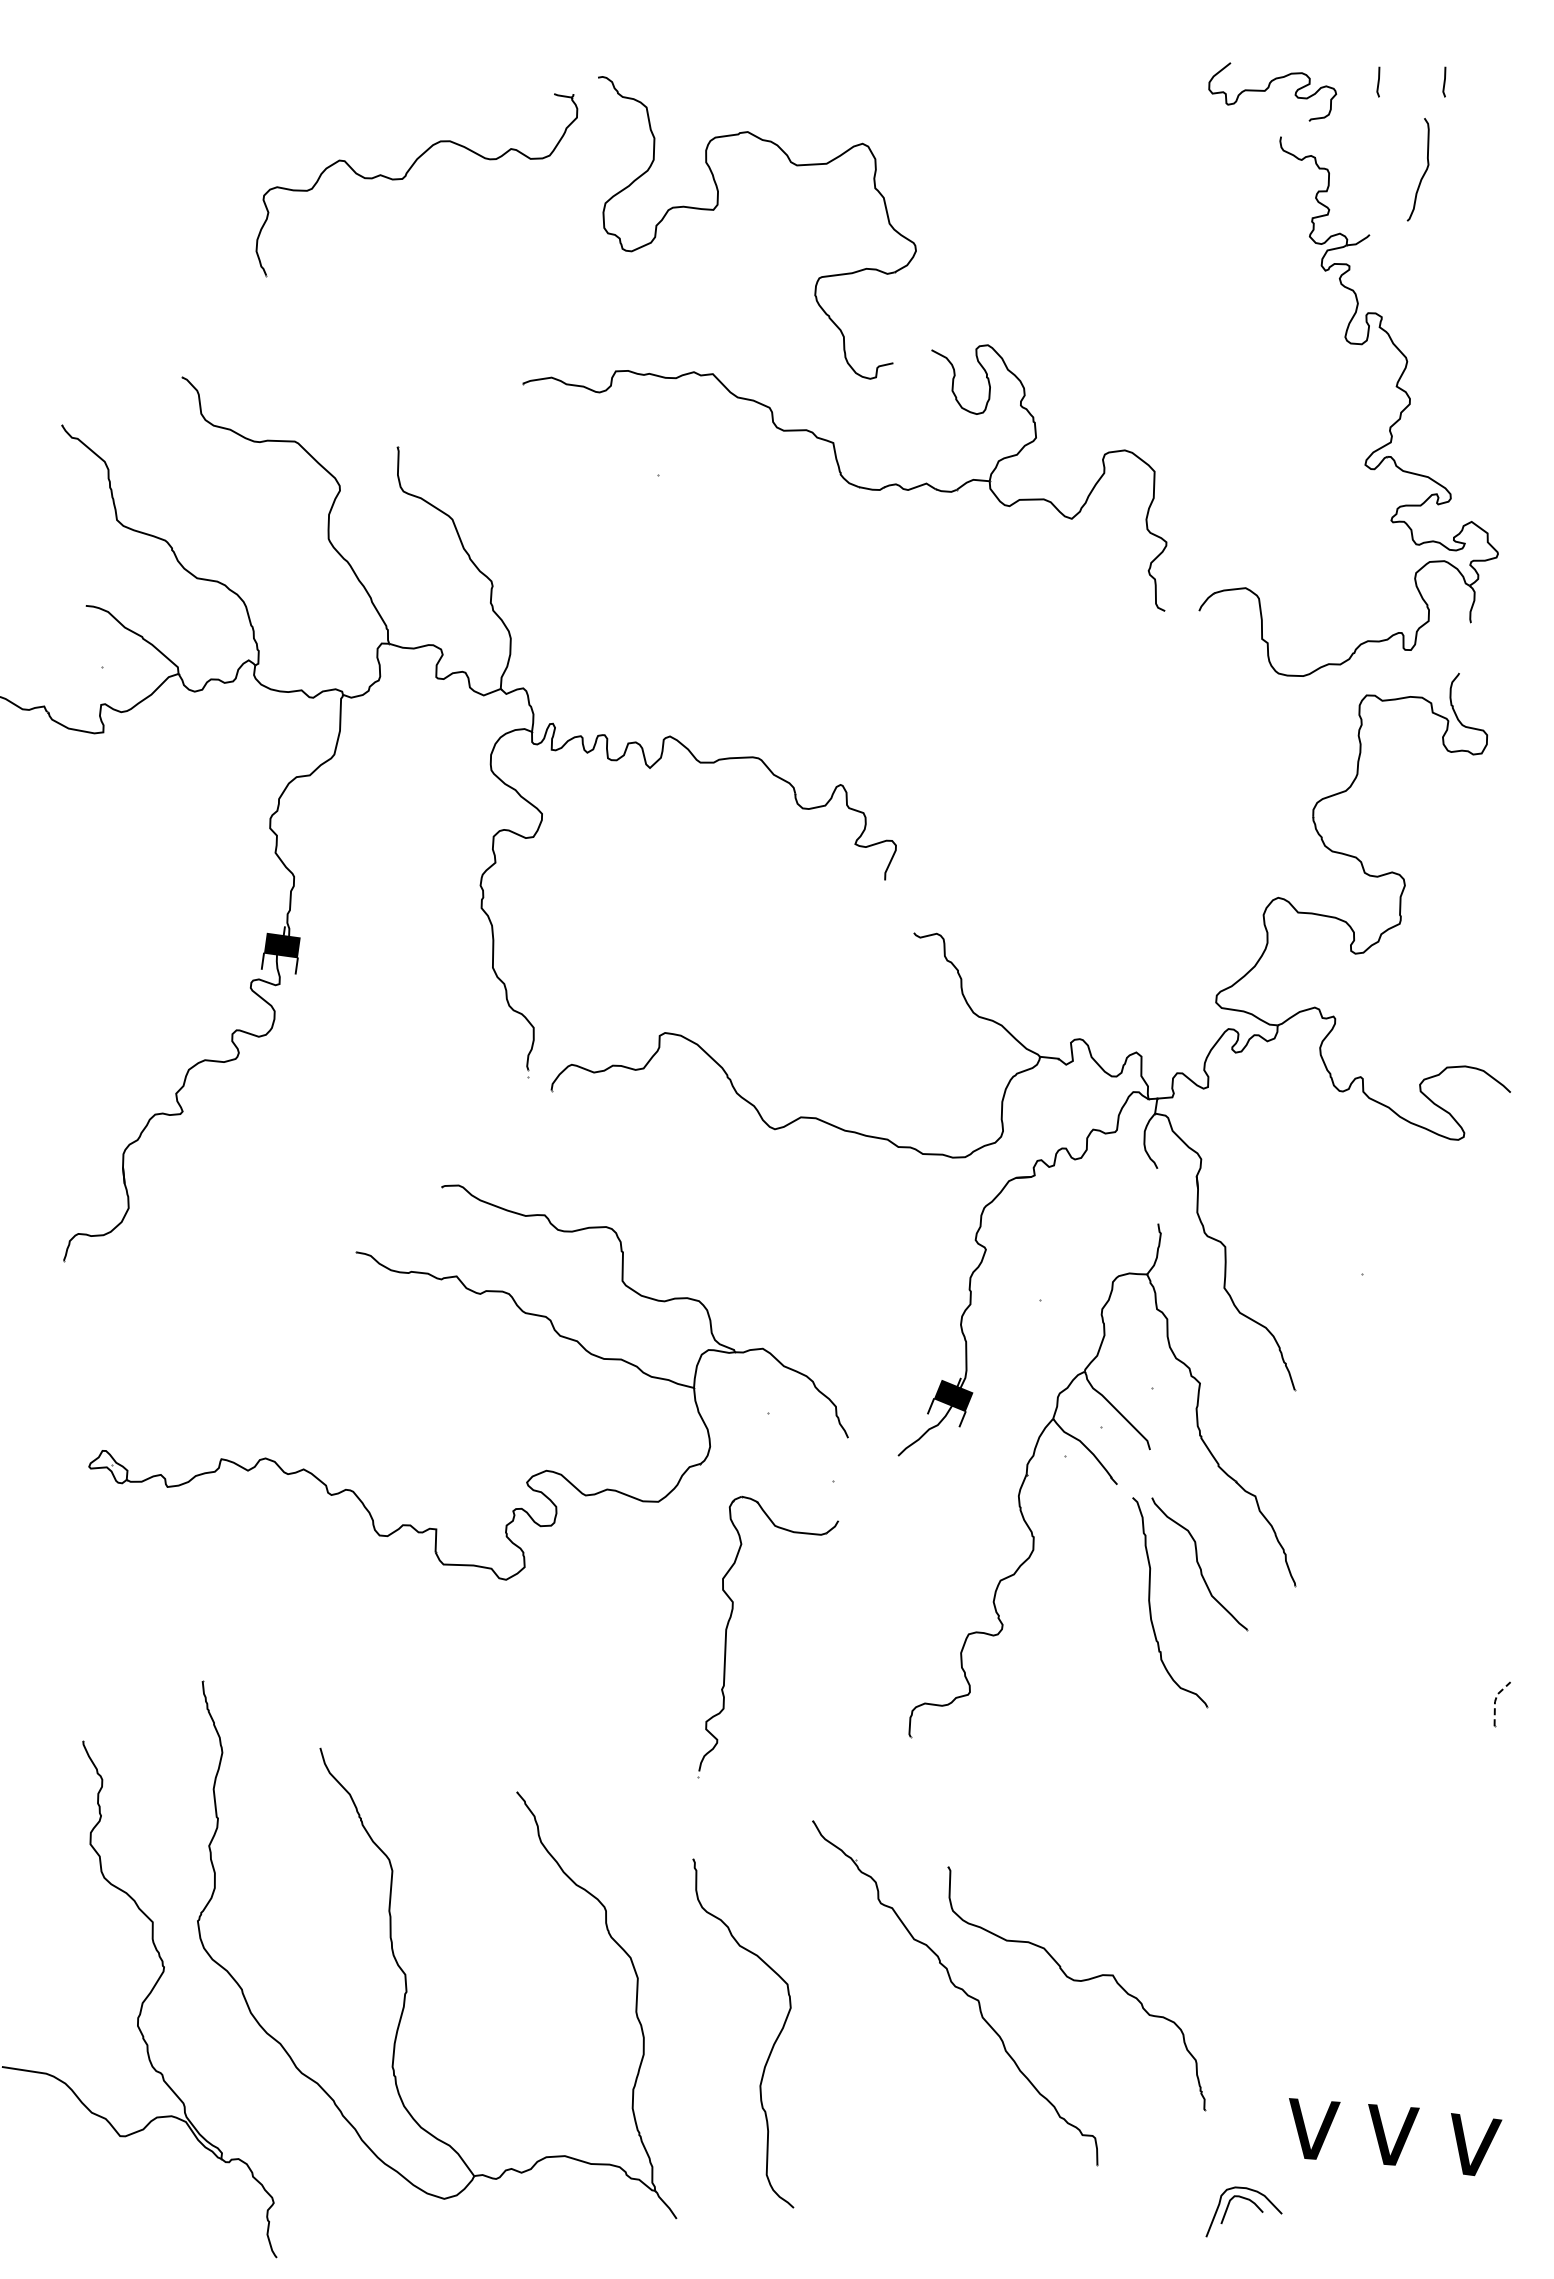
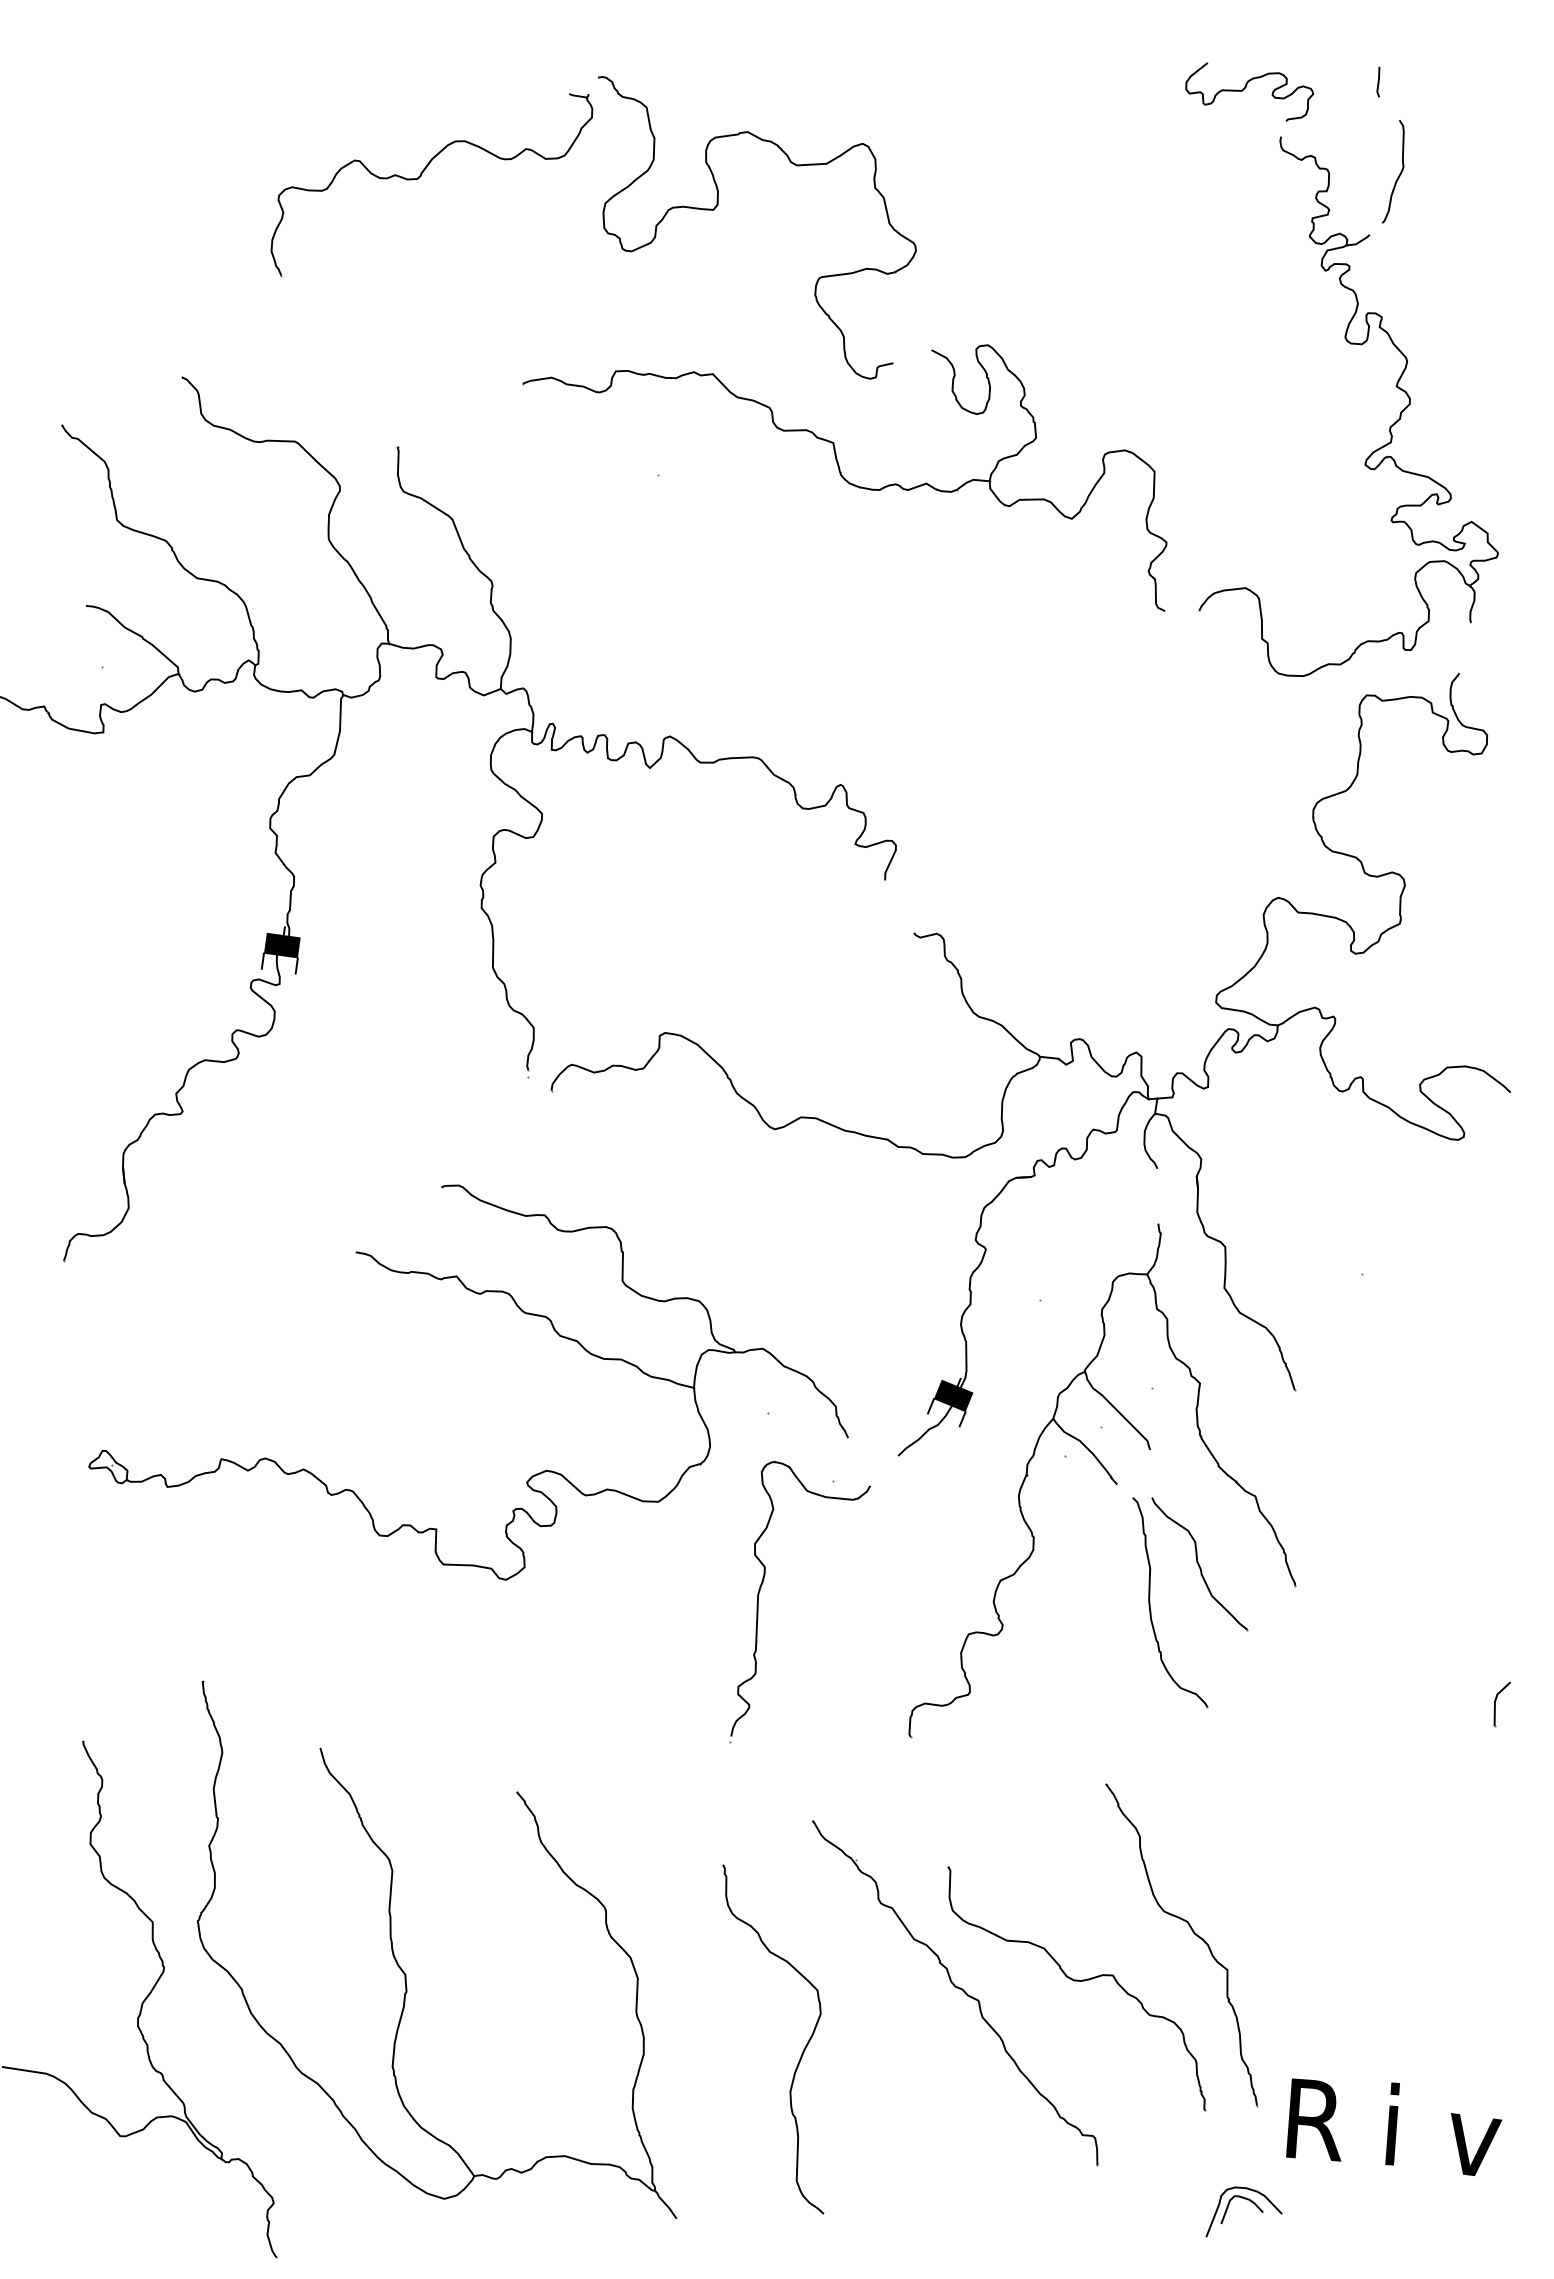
line at (1444, 81): present -> none
curve at (1269, 87) position: (1269, 87) -> (1246, 87)
curve at (1423, 173) position: (1423, 173) -> (1398, 175)
part at (406, 176) position: (406, 176) -> (421, 176)
part at (730, 1620) position: (730, 1620) -> (762, 1585)
line at (1495, 1701): dashed -> solid
part at (1193, 1933): none -> present
part at (771, 2047) position: (771, 2047) -> (801, 2053)
text at (1313, 2119): v -> R
text at (1393, 2123): v -> i
